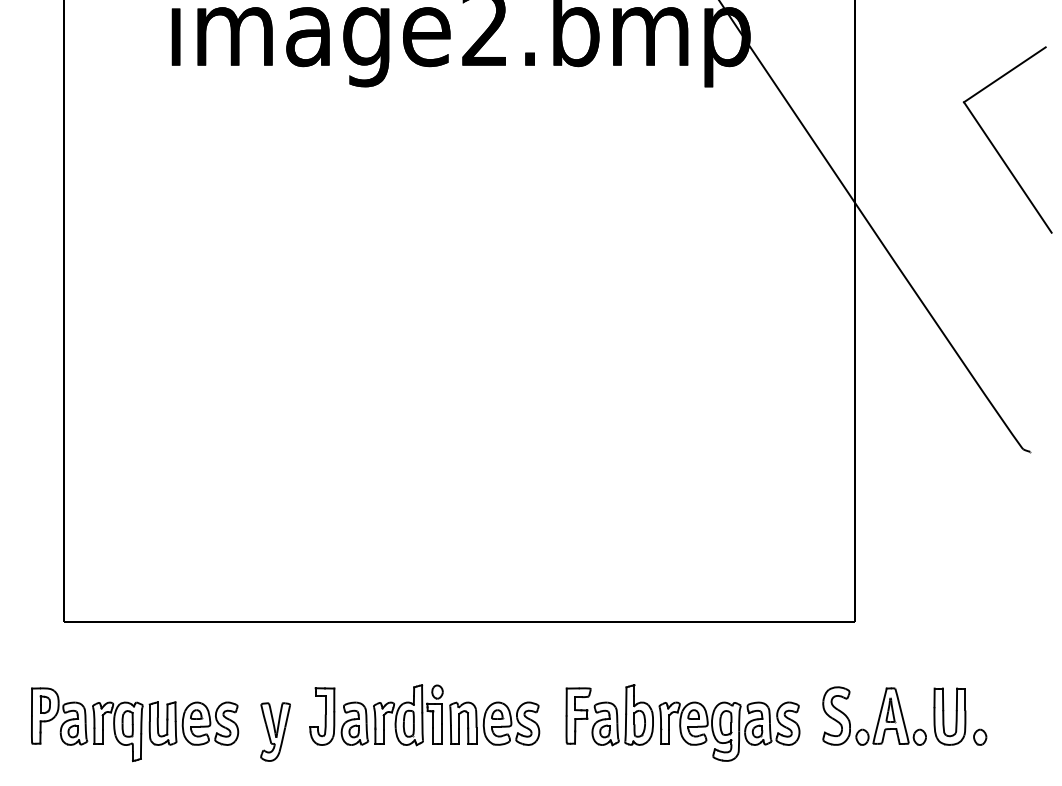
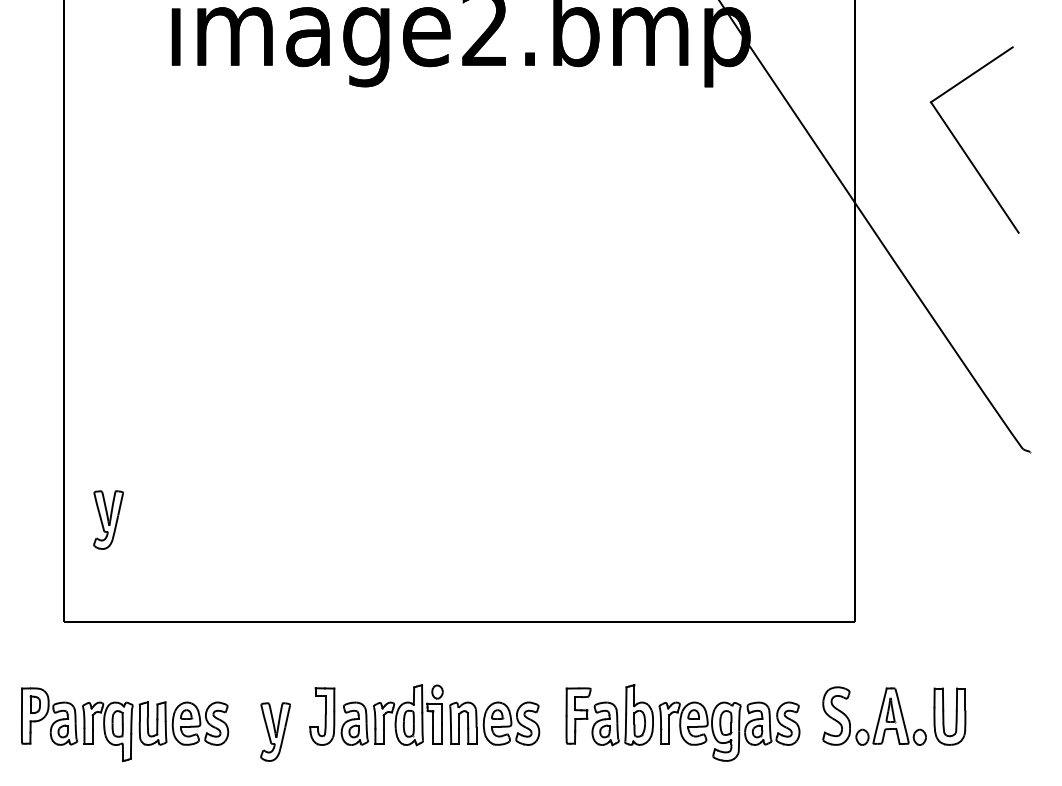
part at (996, 148) position: (996, 148) -> (963, 148)
part at (108, 519): none -> present
part at (135, 724) position: (135, 724) -> (125, 724)
part at (980, 736): present -> none
